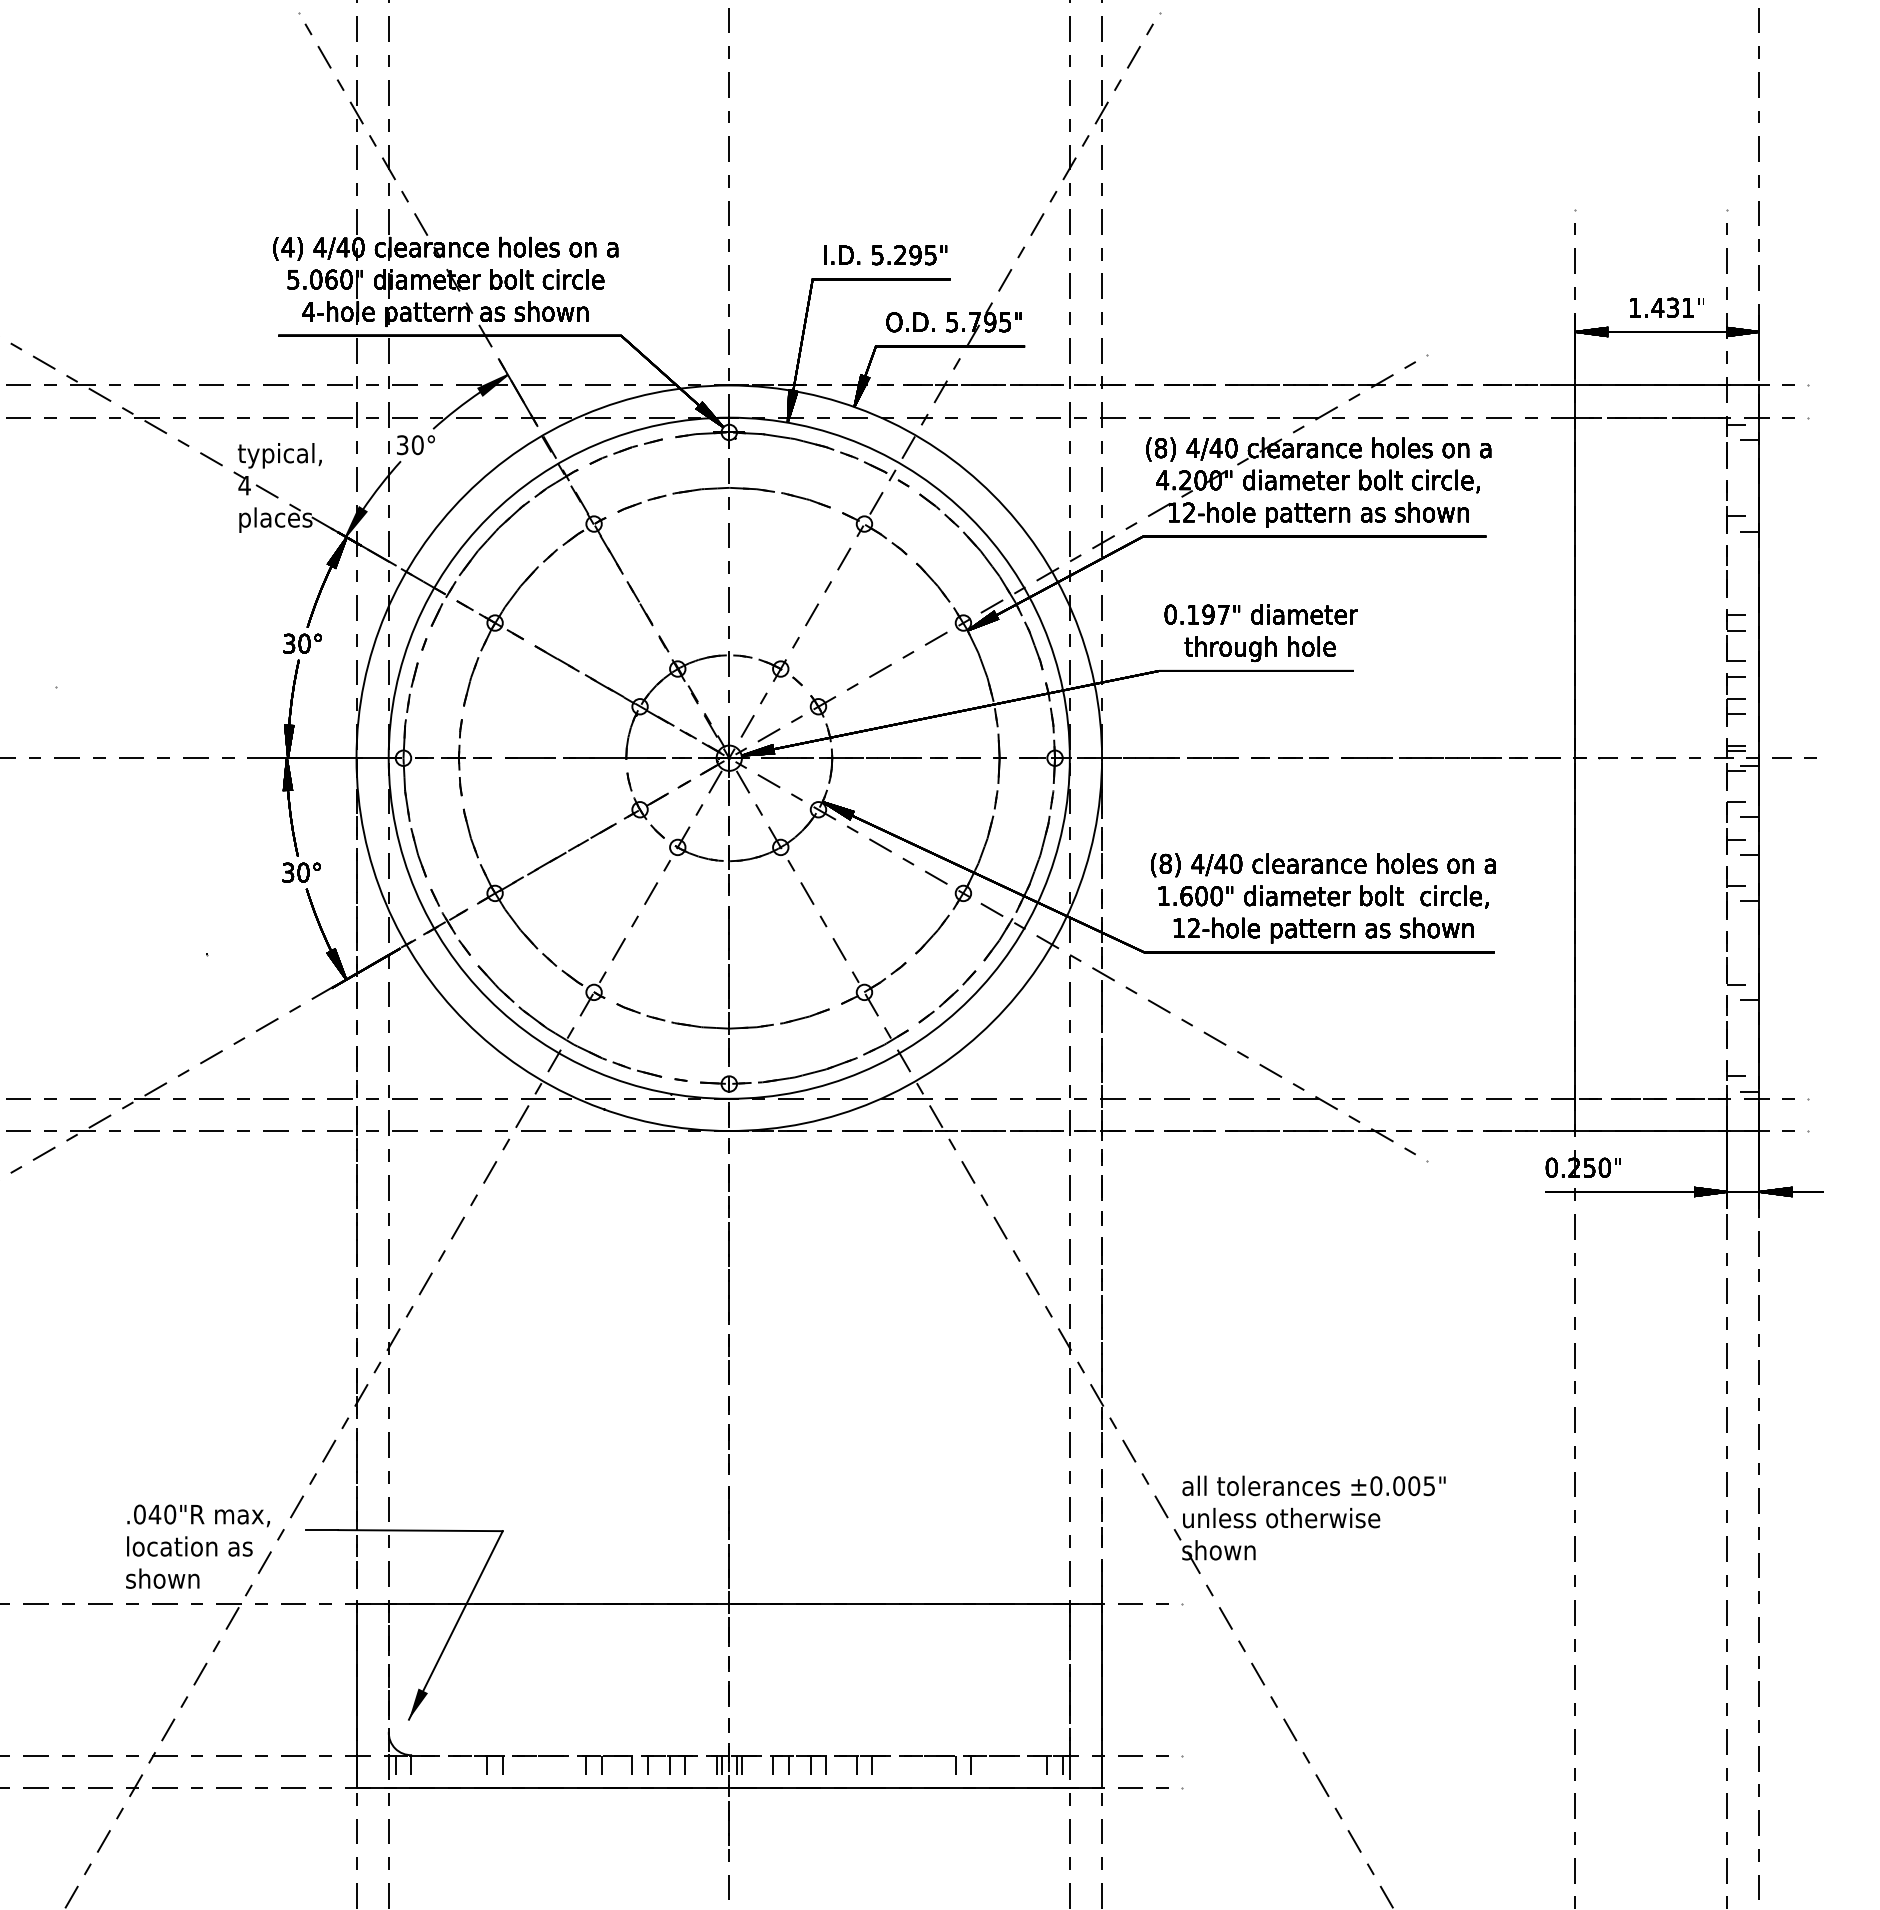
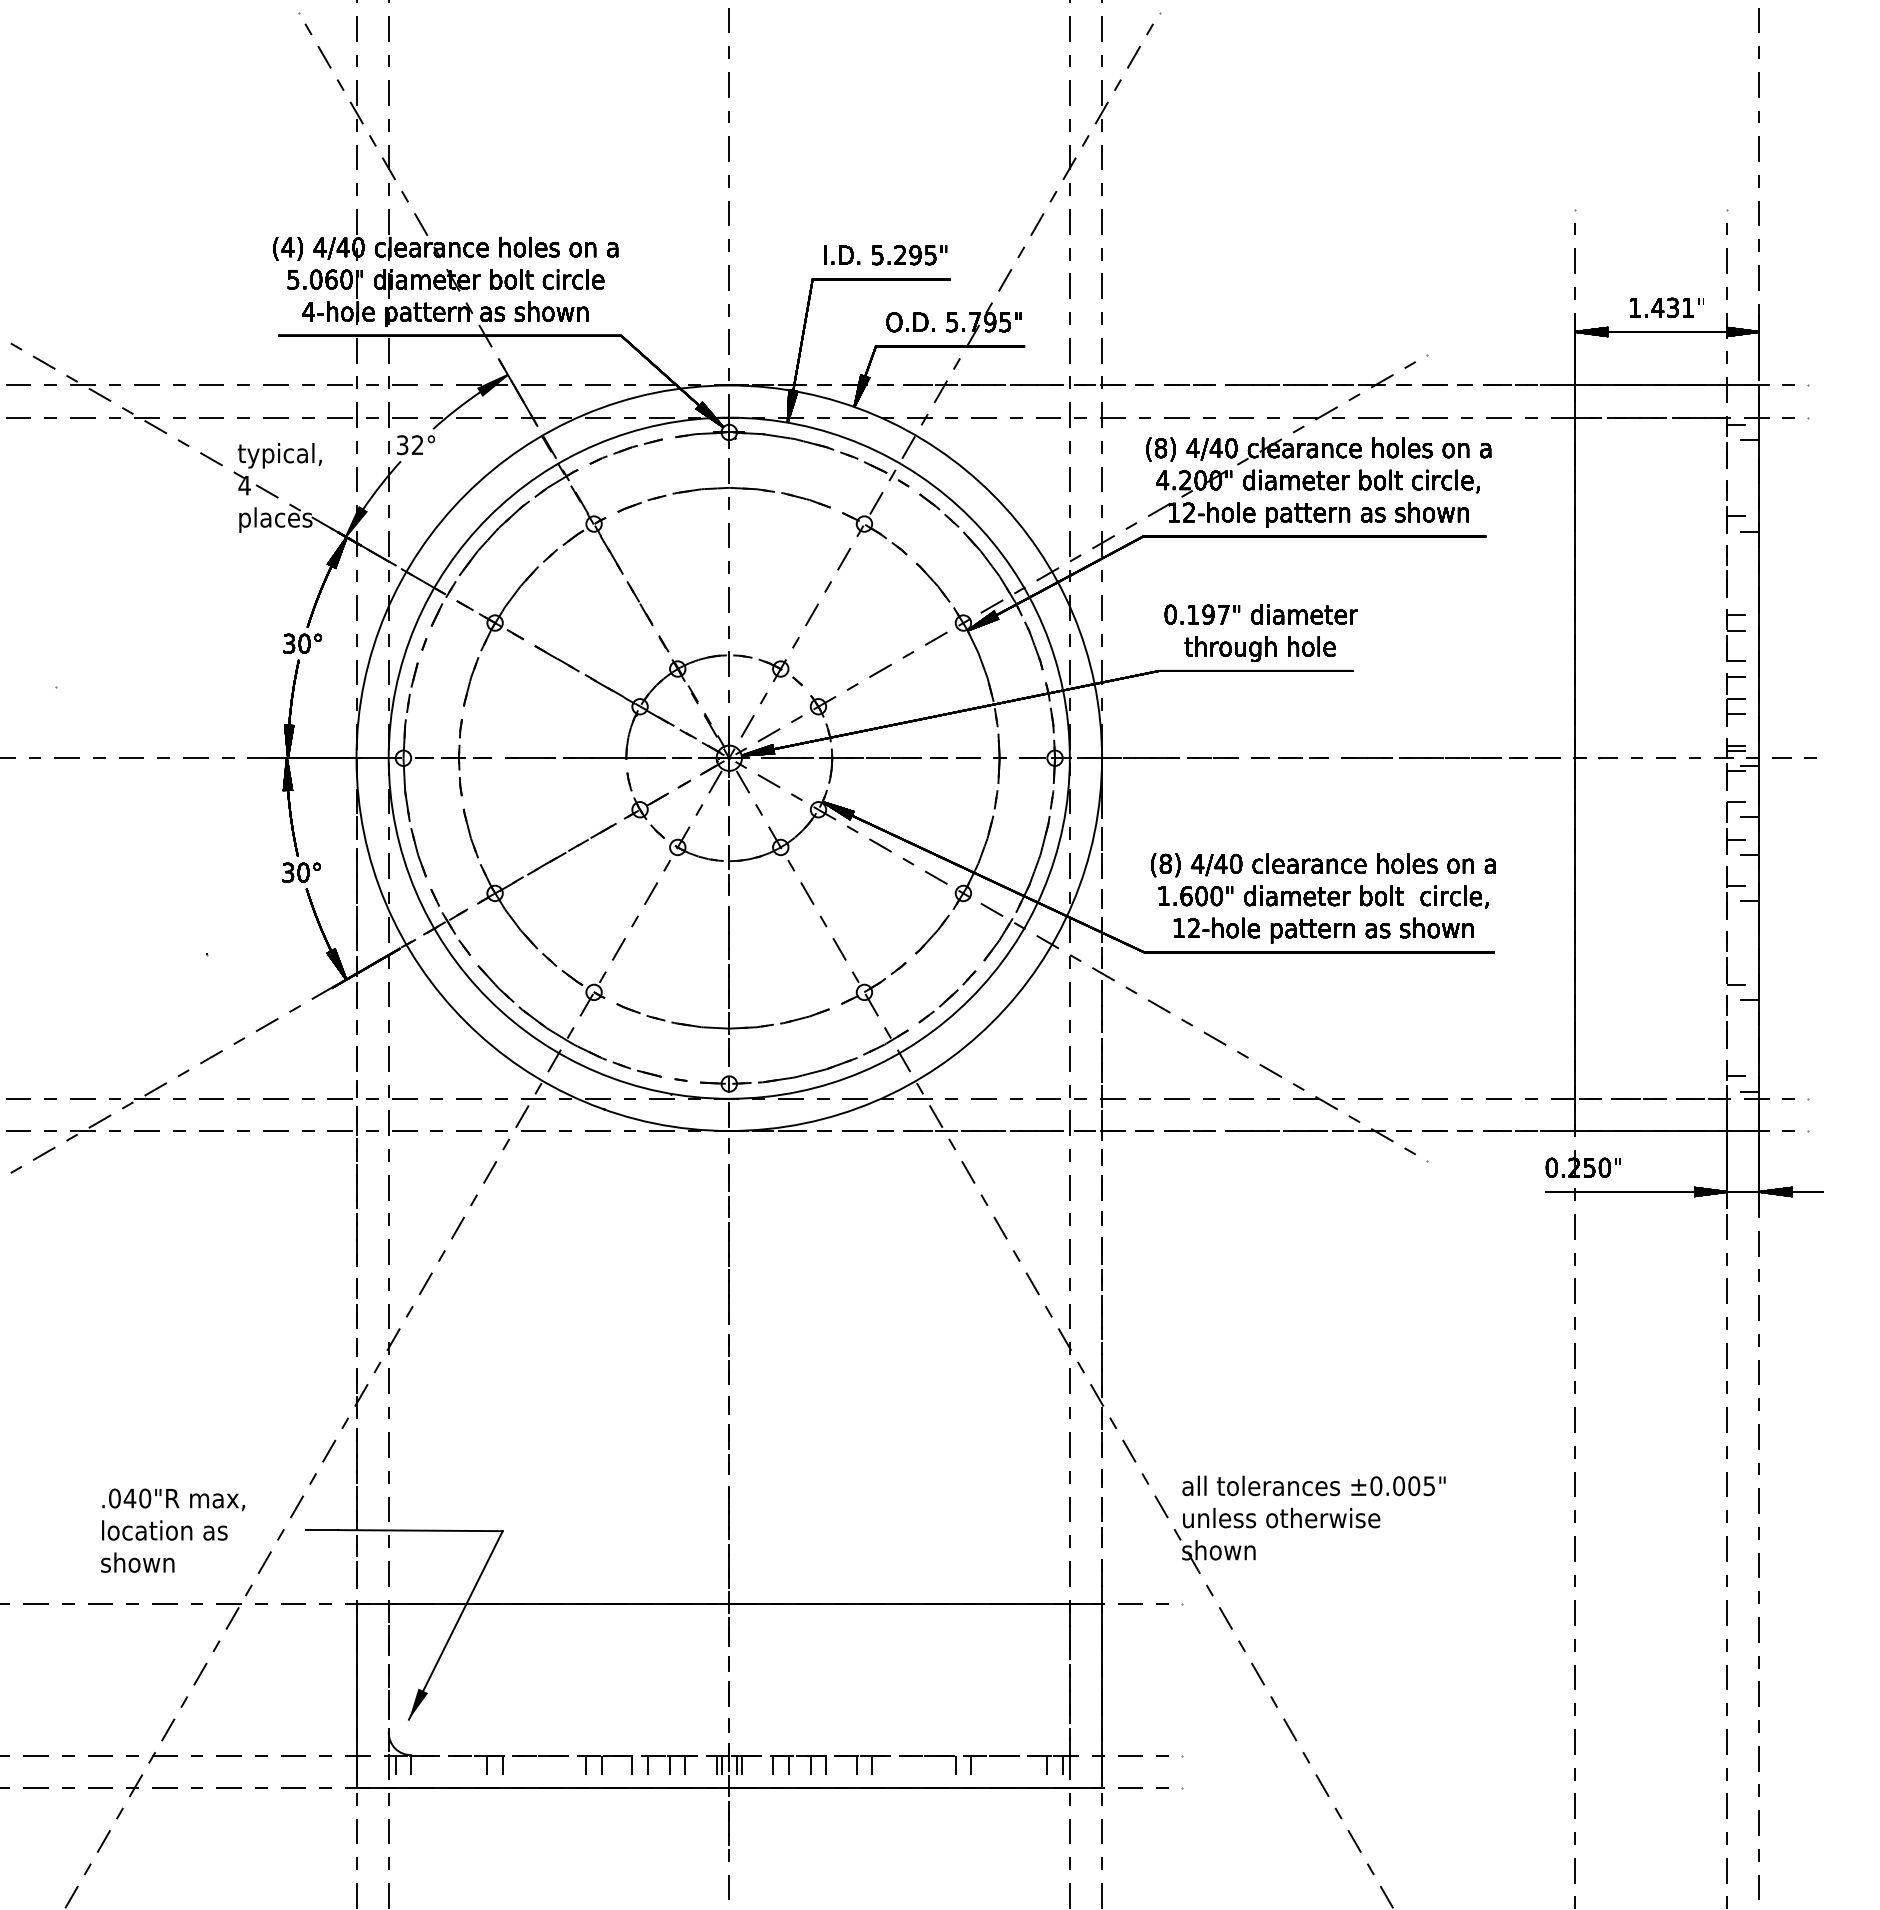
text at (417, 445): 30° -> 32°
text at (197, 1546) position: (197, 1546) -> (172, 1530)
